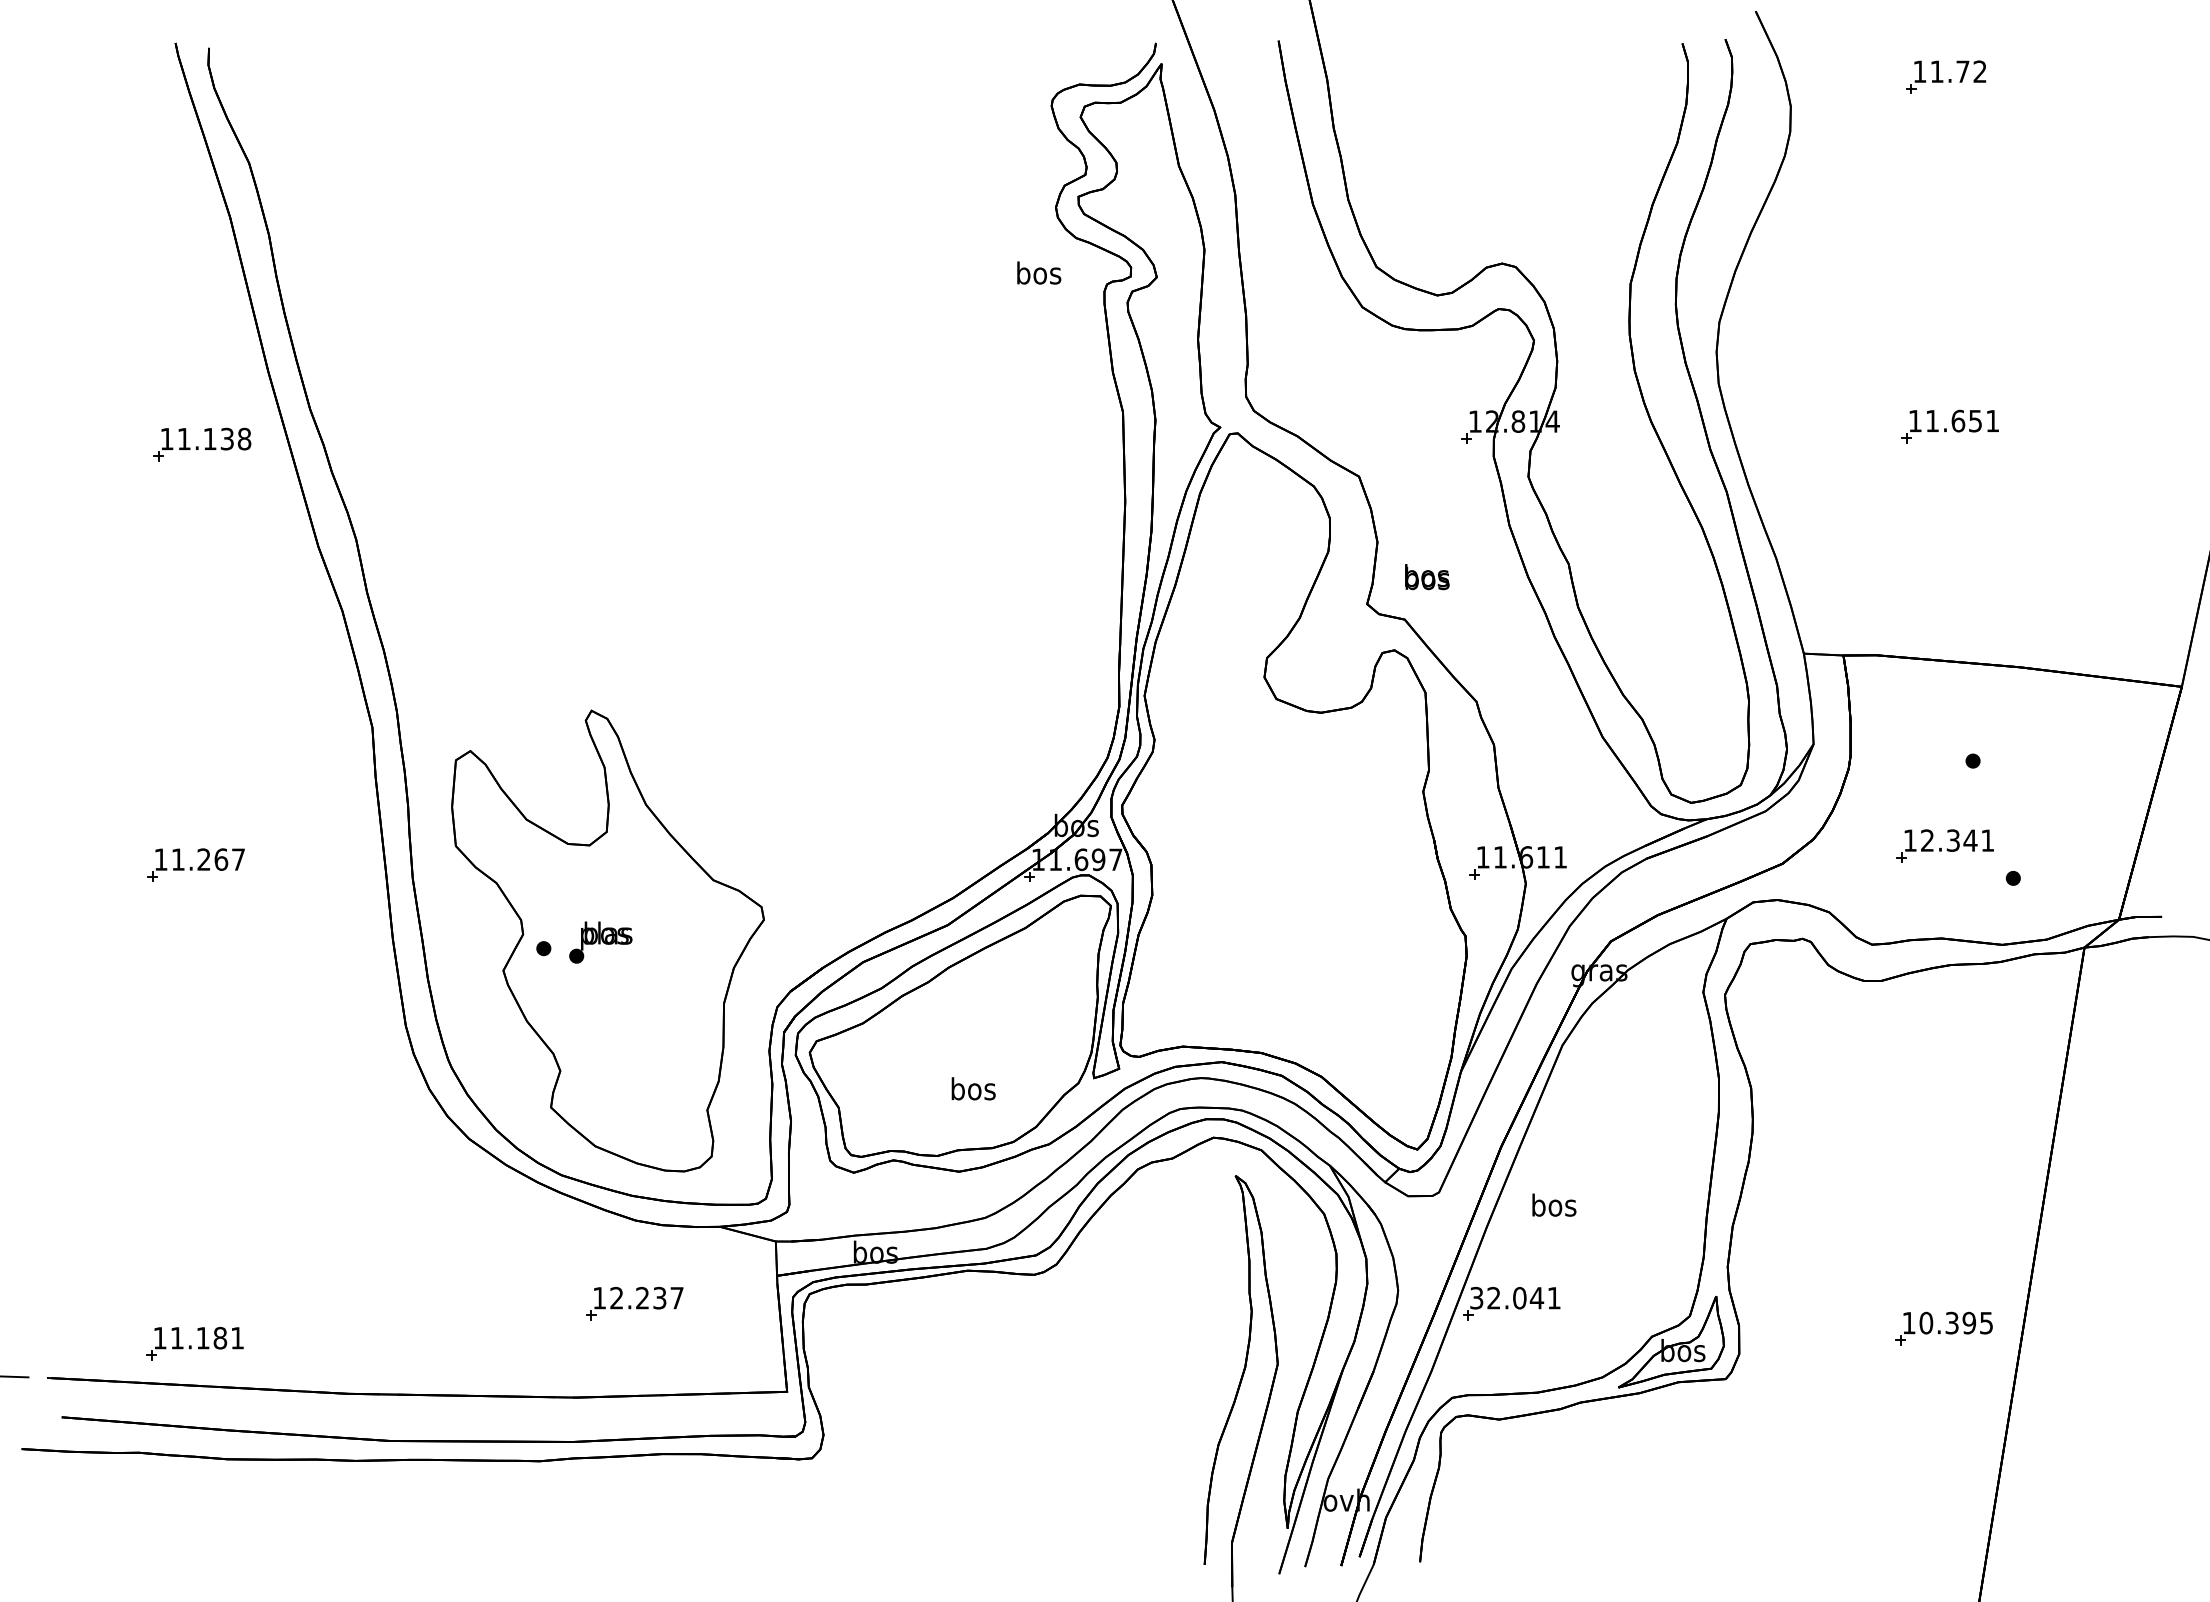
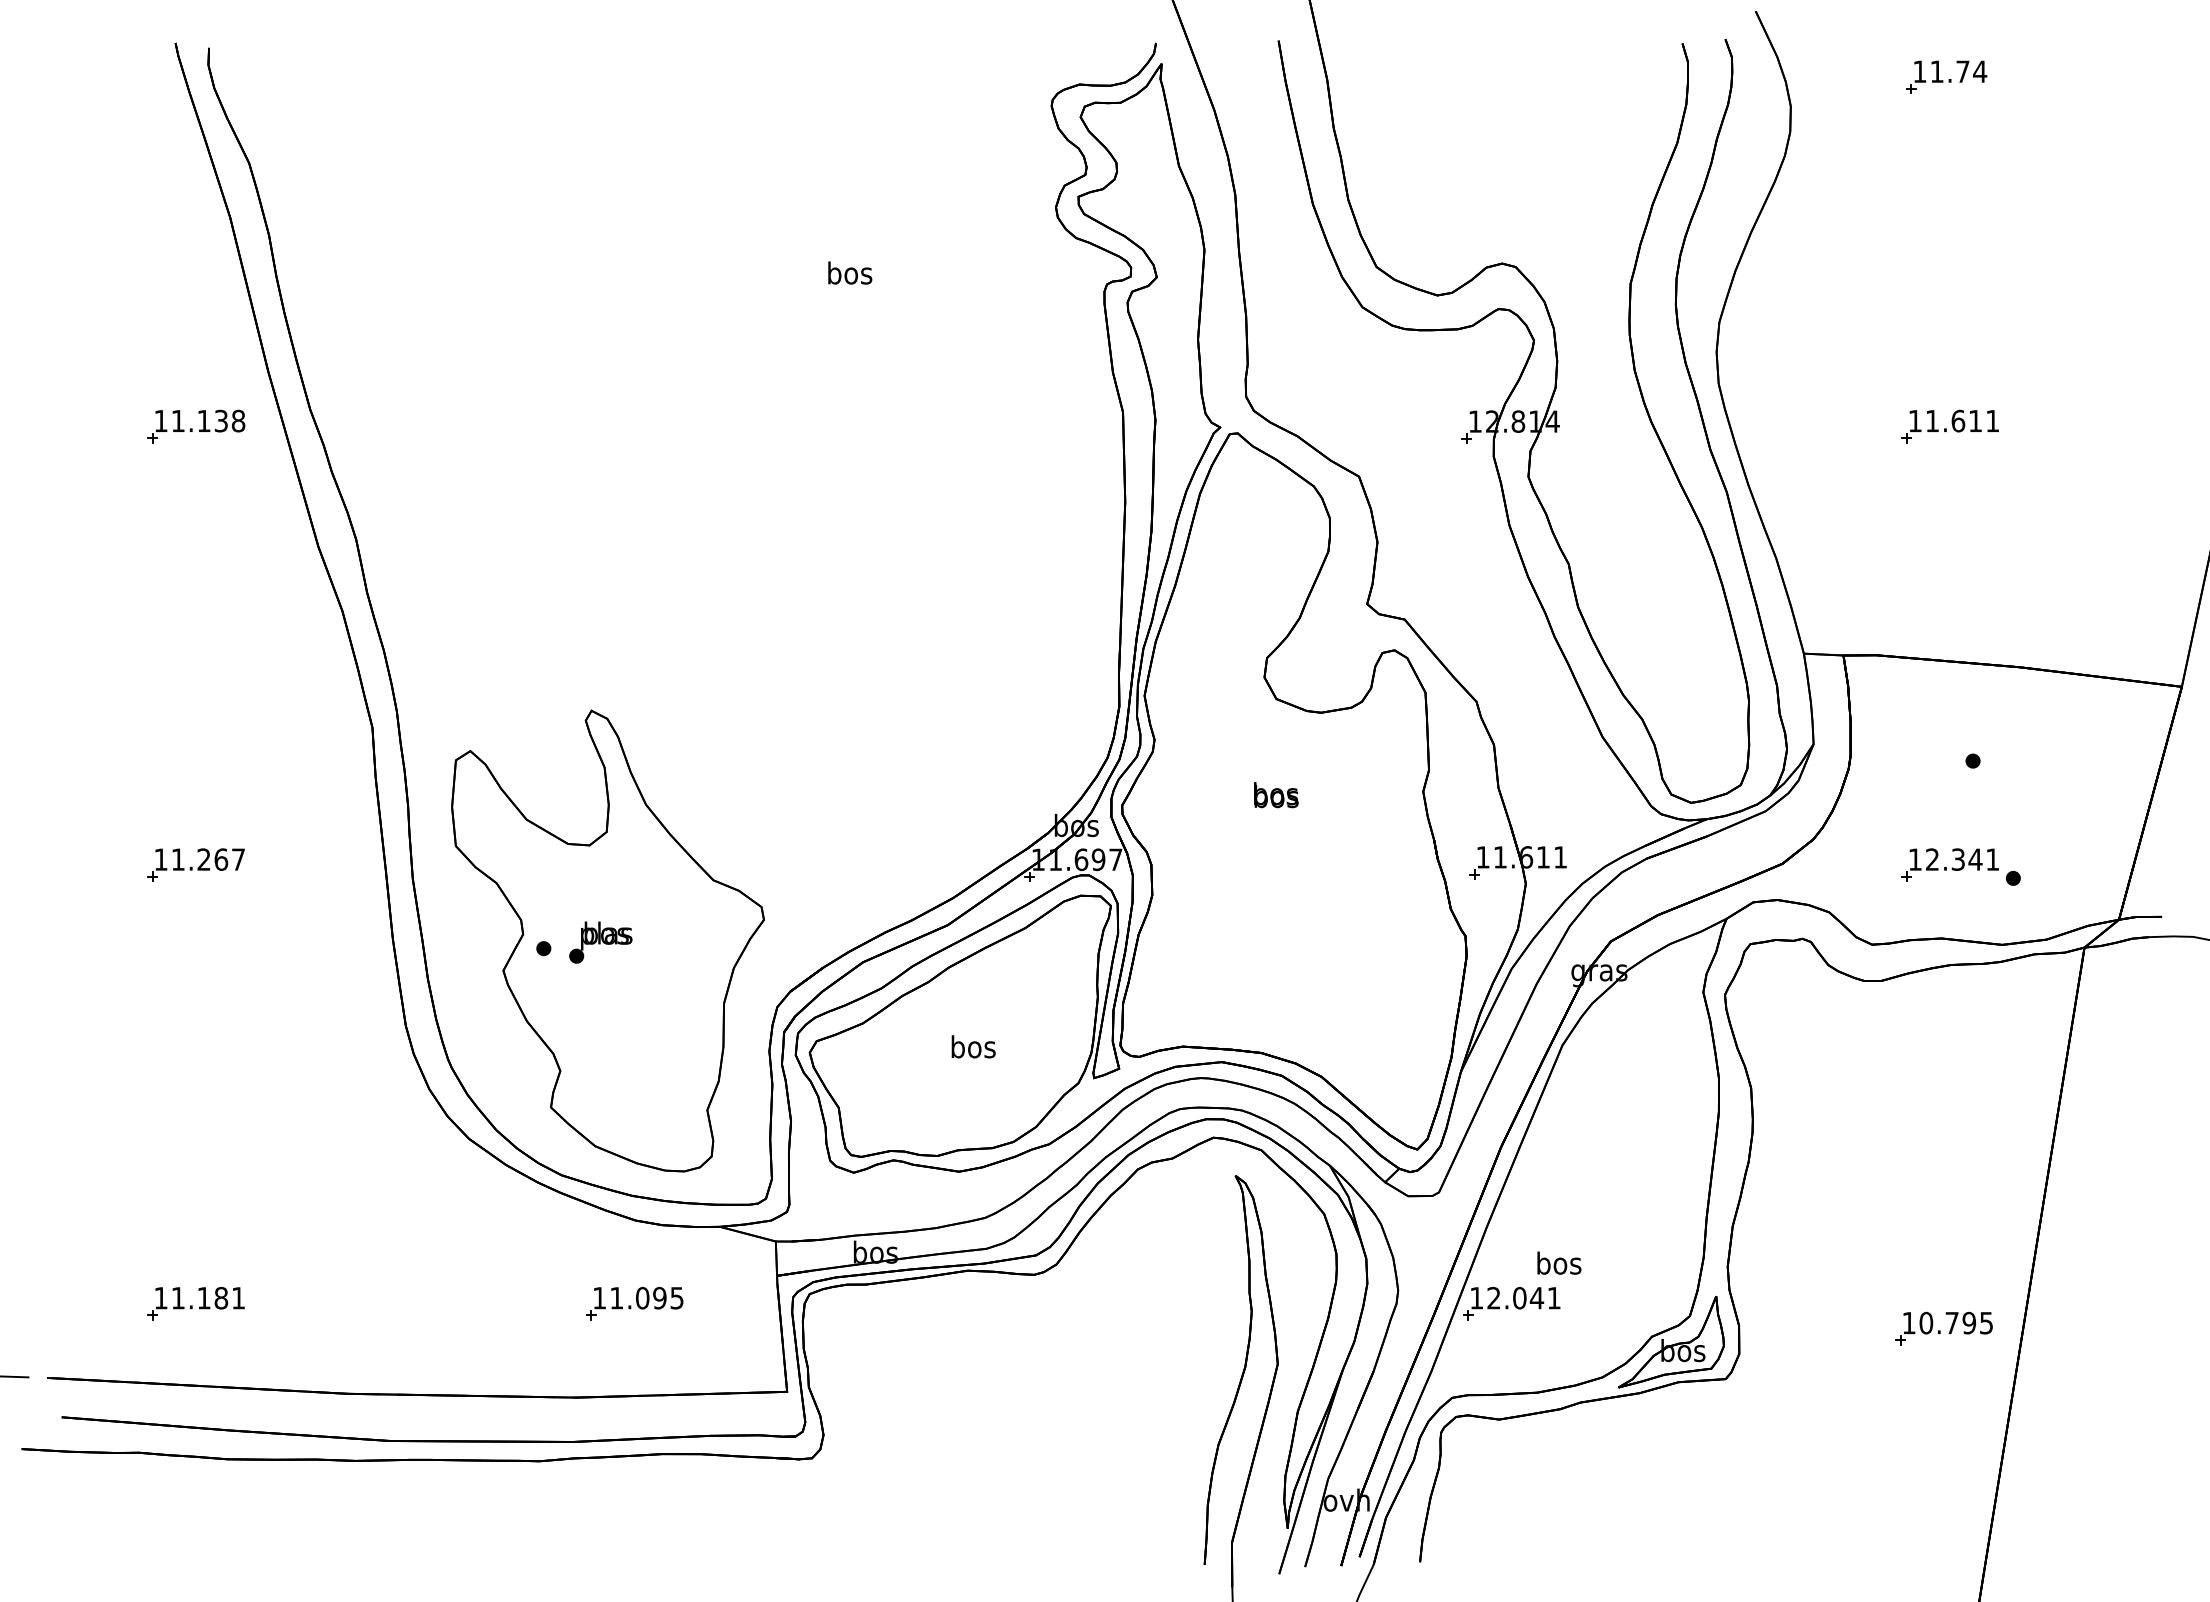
text at (1980, 71): 11.72 -> 11.74
text at (1039, 272) position: (1039, 272) -> (850, 272)
text at (1975, 421): 11.651 -> 11.611
part at (202, 444) position: (202, 444) -> (196, 426)
text at (1427, 577) position: (1427, 577) -> (1276, 795)
part at (1944, 845) position: (1944, 845) -> (1949, 864)
text at (973, 1088) position: (973, 1088) -> (973, 1046)
text at (1554, 1204) position: (1554, 1204) -> (1559, 1262)
text at (646, 1297): 12.237 -> 11.095
text at (1476, 1297): 32.041 -> 12.041
text at (1951, 1322): 10.395 -> 10.795
part at (194, 1343) position: (194, 1343) -> (195, 1303)
